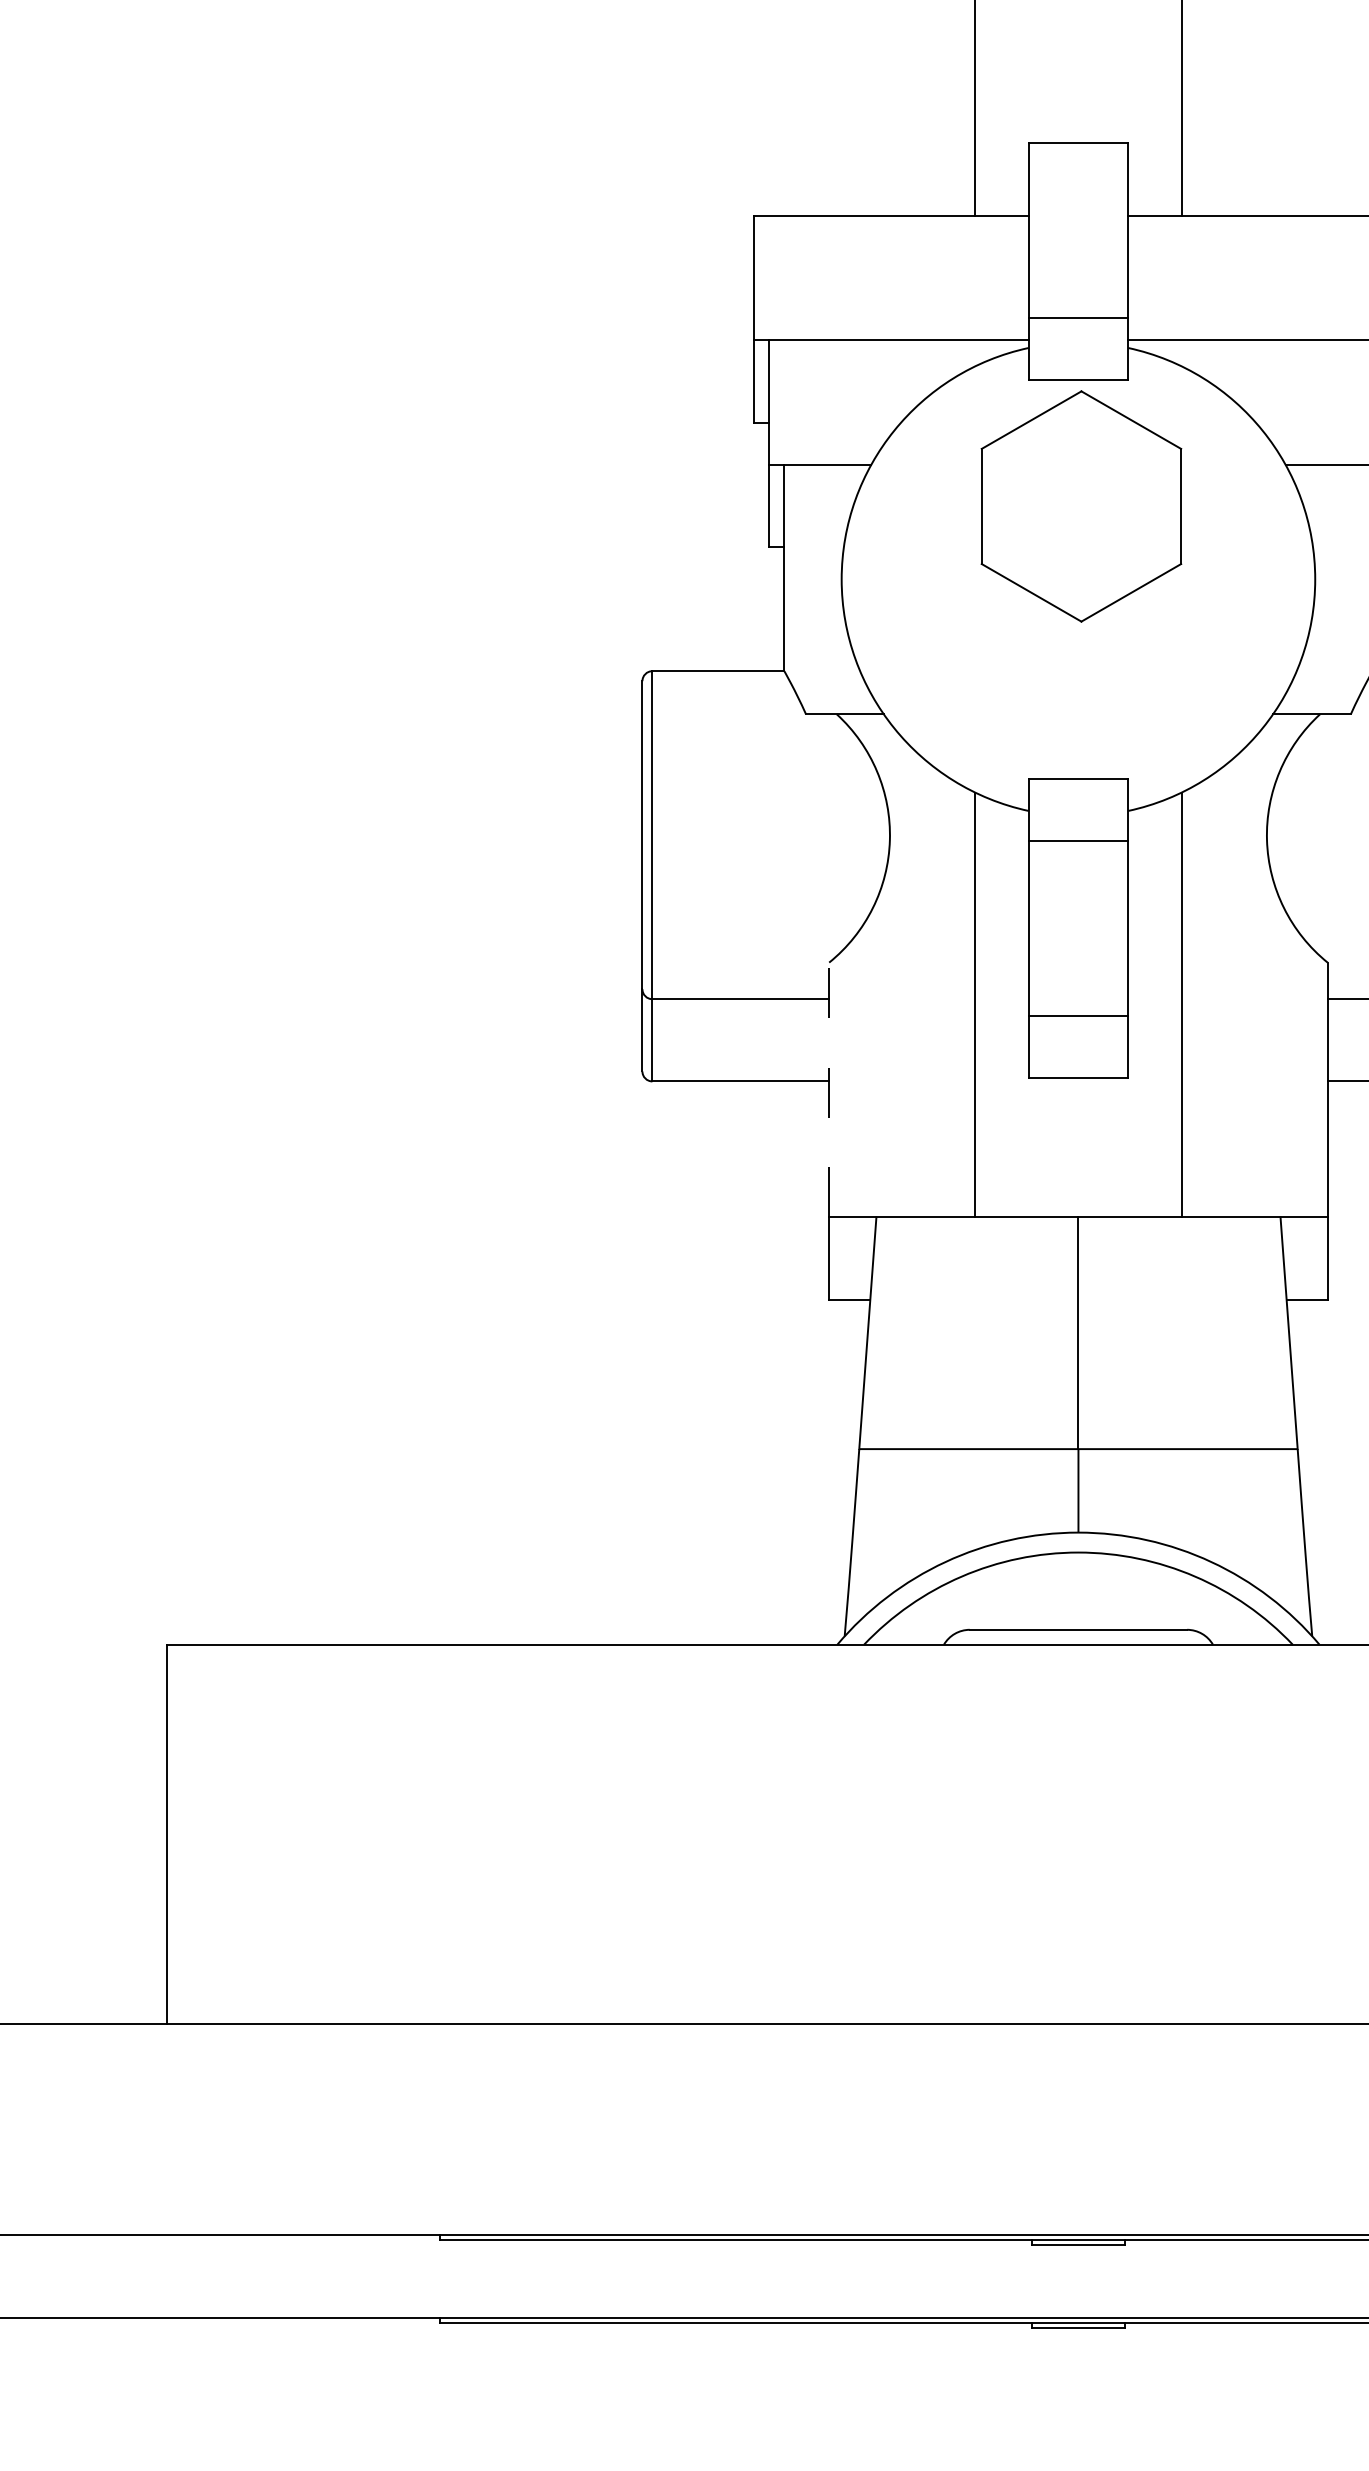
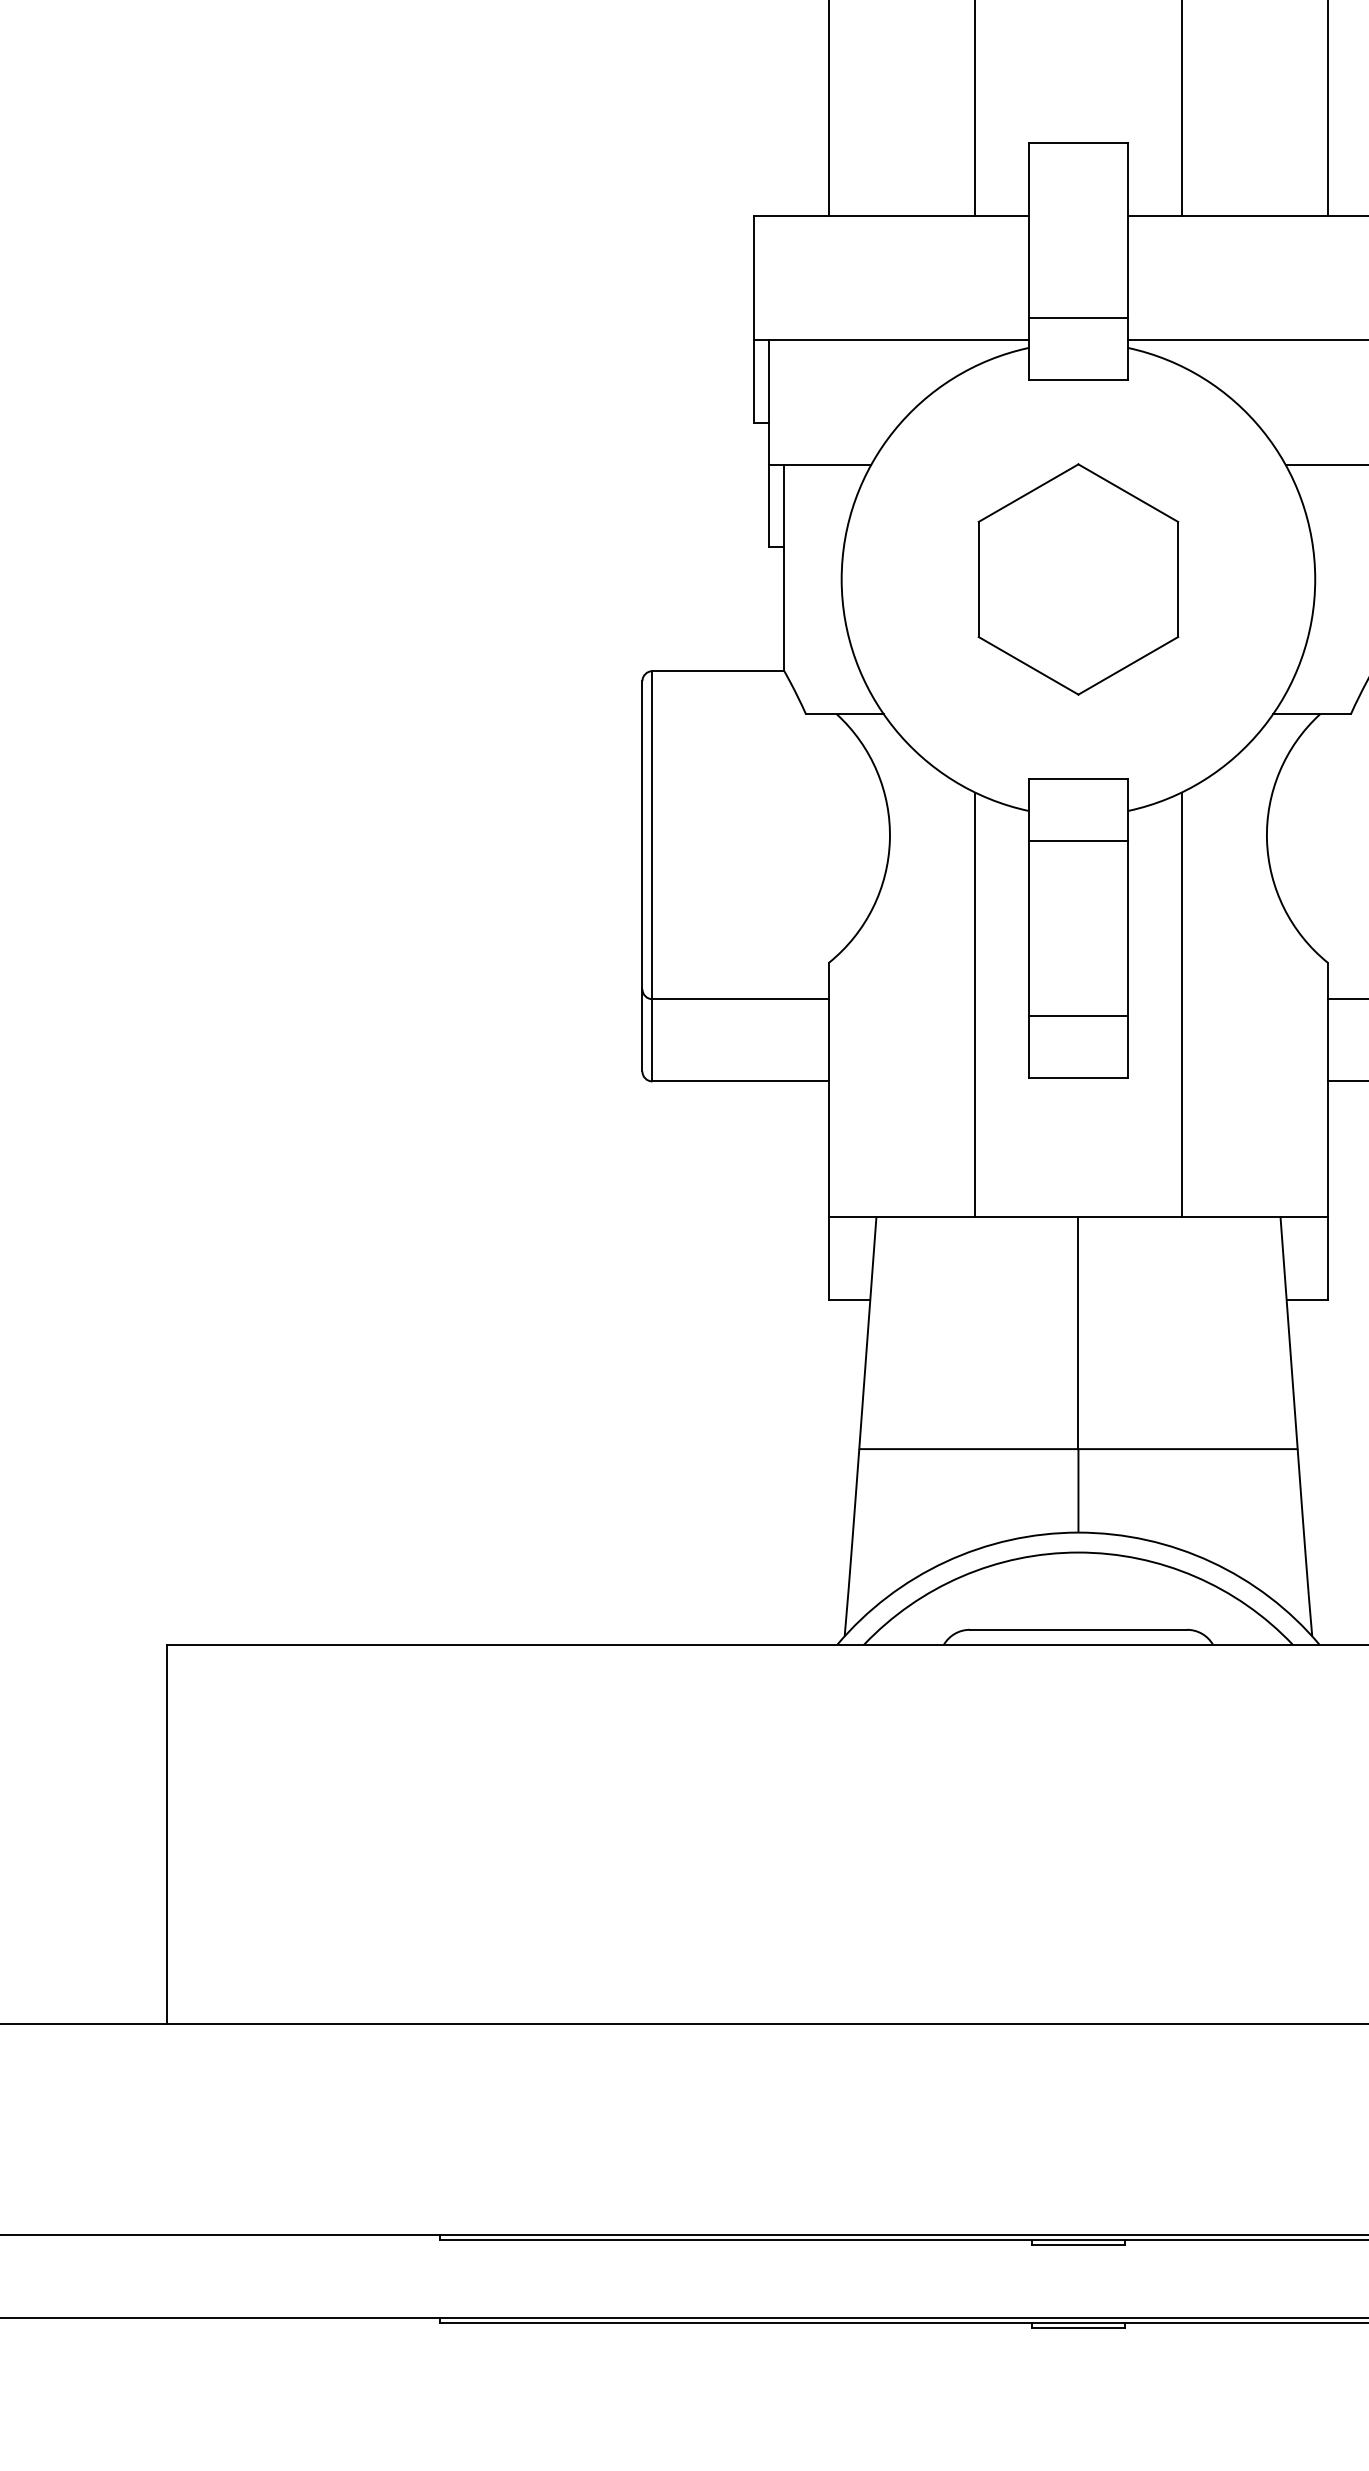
line at (829, 108): none -> present
line at (1327, 108): none -> present
part at (1081, 506) position: (1081, 506) -> (1078, 579)
line at (829, 1089): dashed -> solid
